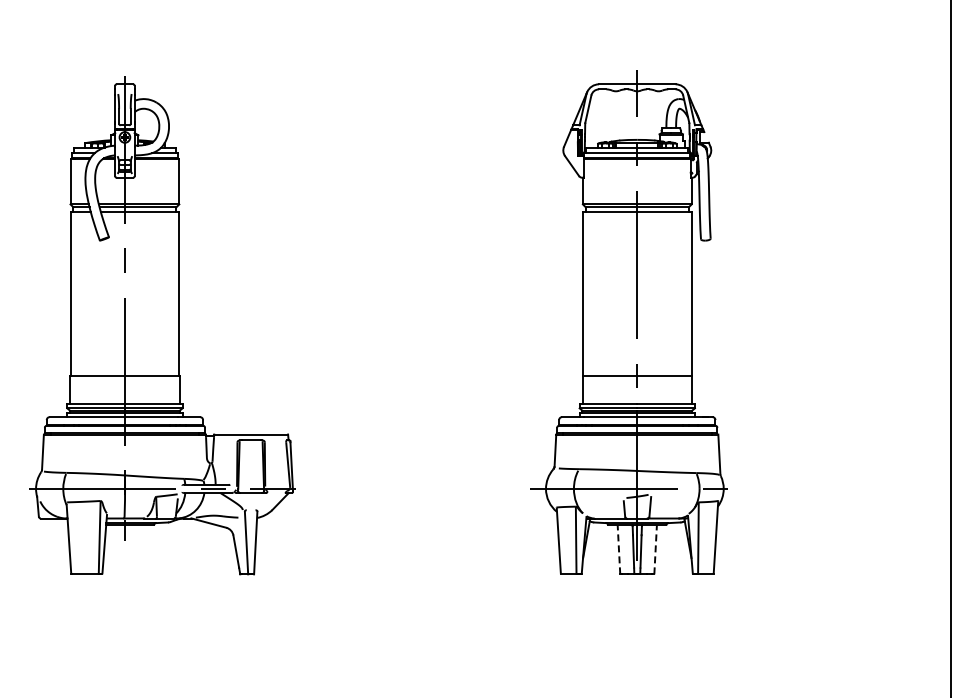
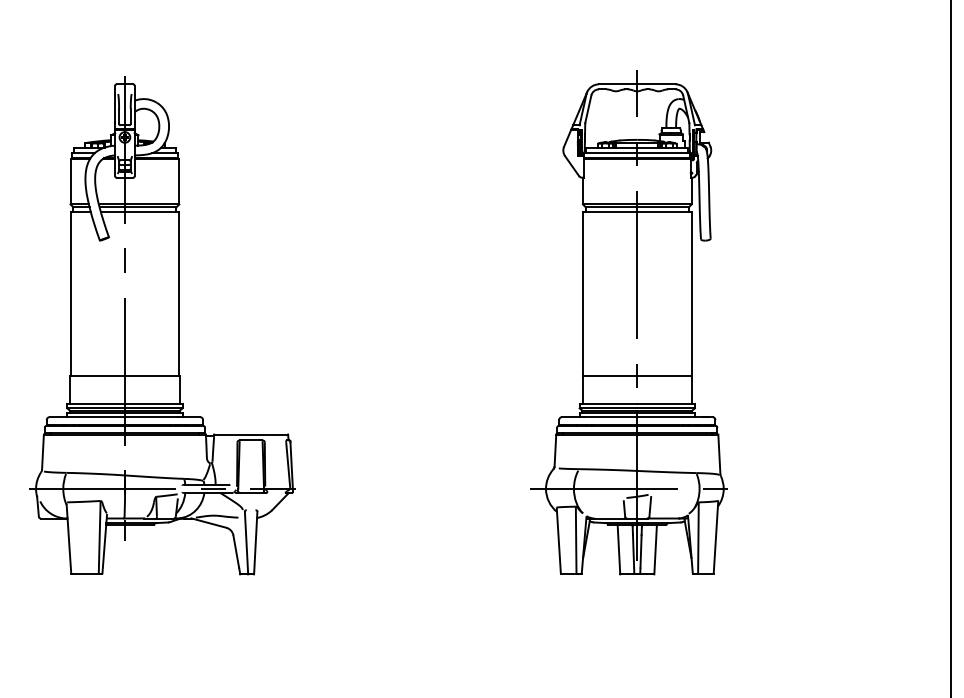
line at (618, 549): dashed -> solid
line at (655, 549): dashed -> solid
